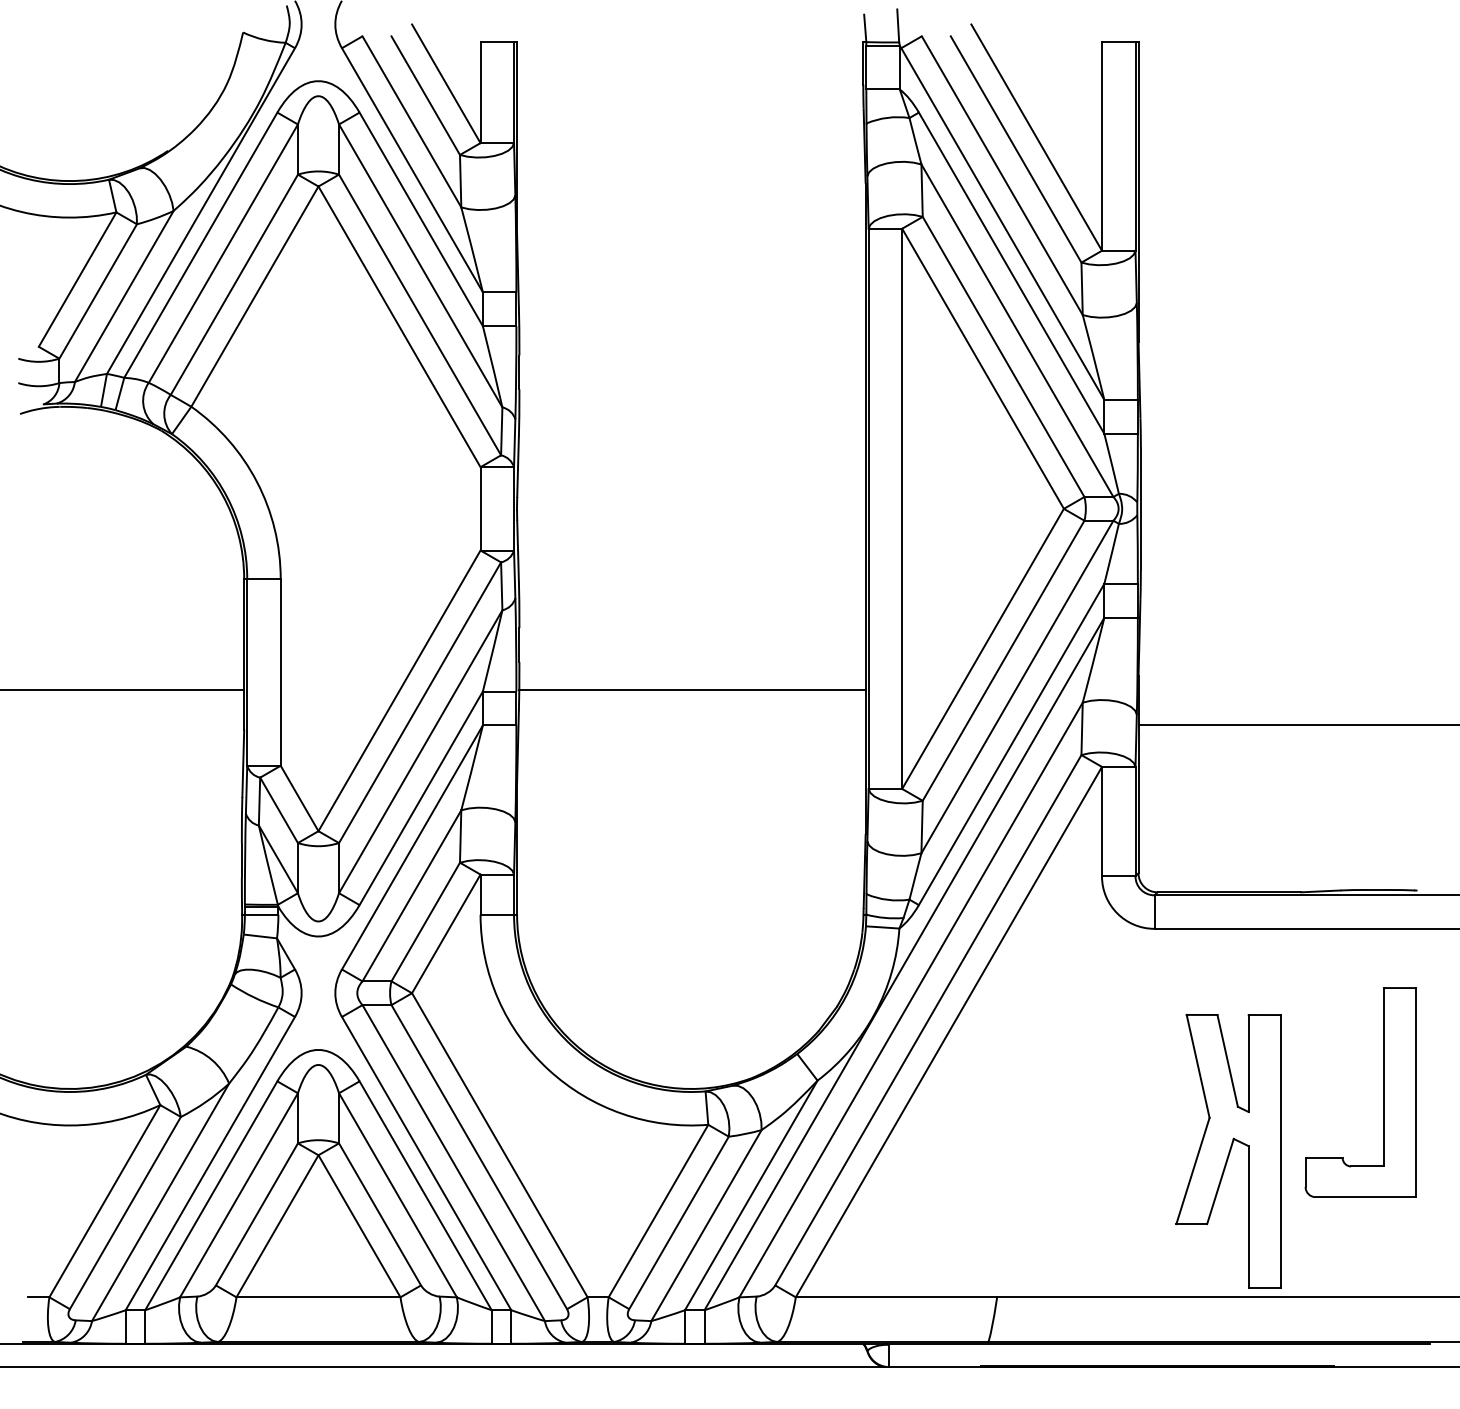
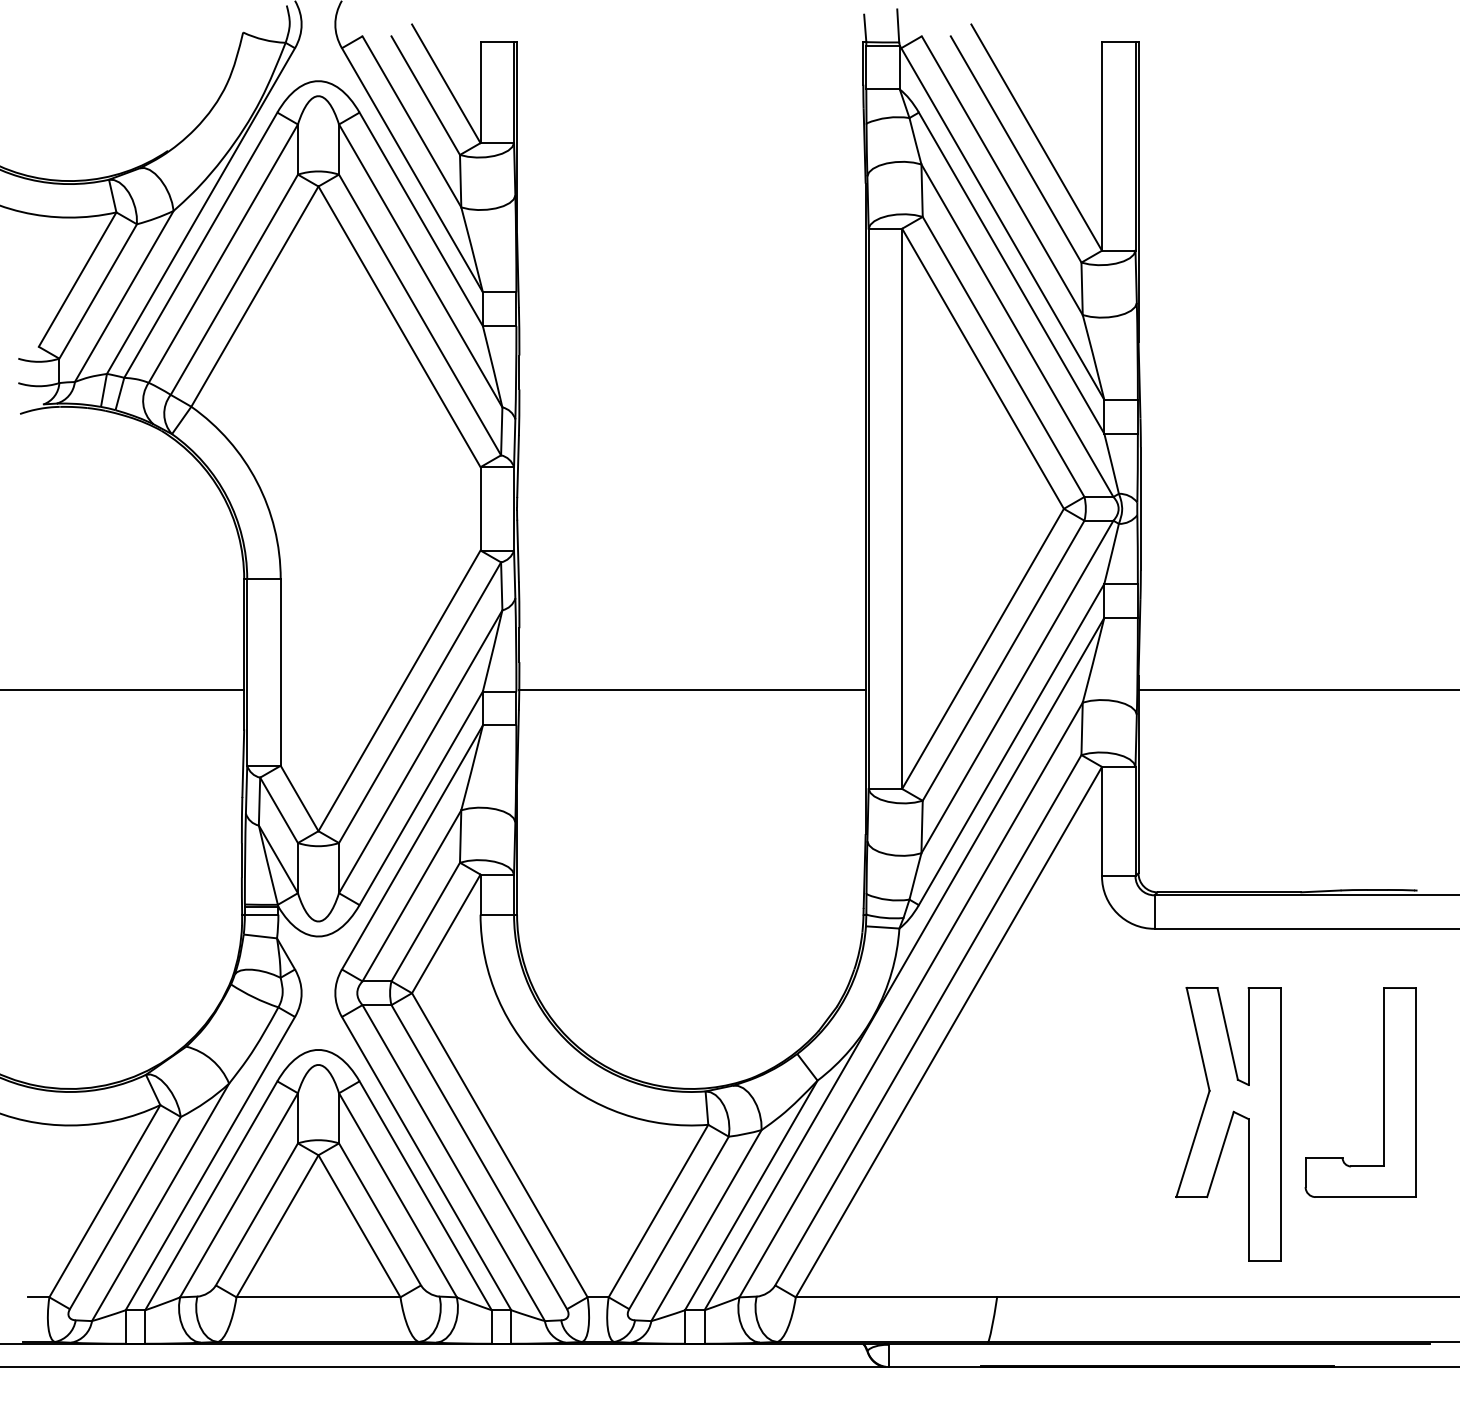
line at (1297, 724) position: (1297, 724) -> (1297, 689)
part at (1228, 1151) position: (1228, 1151) -> (1228, 1124)
